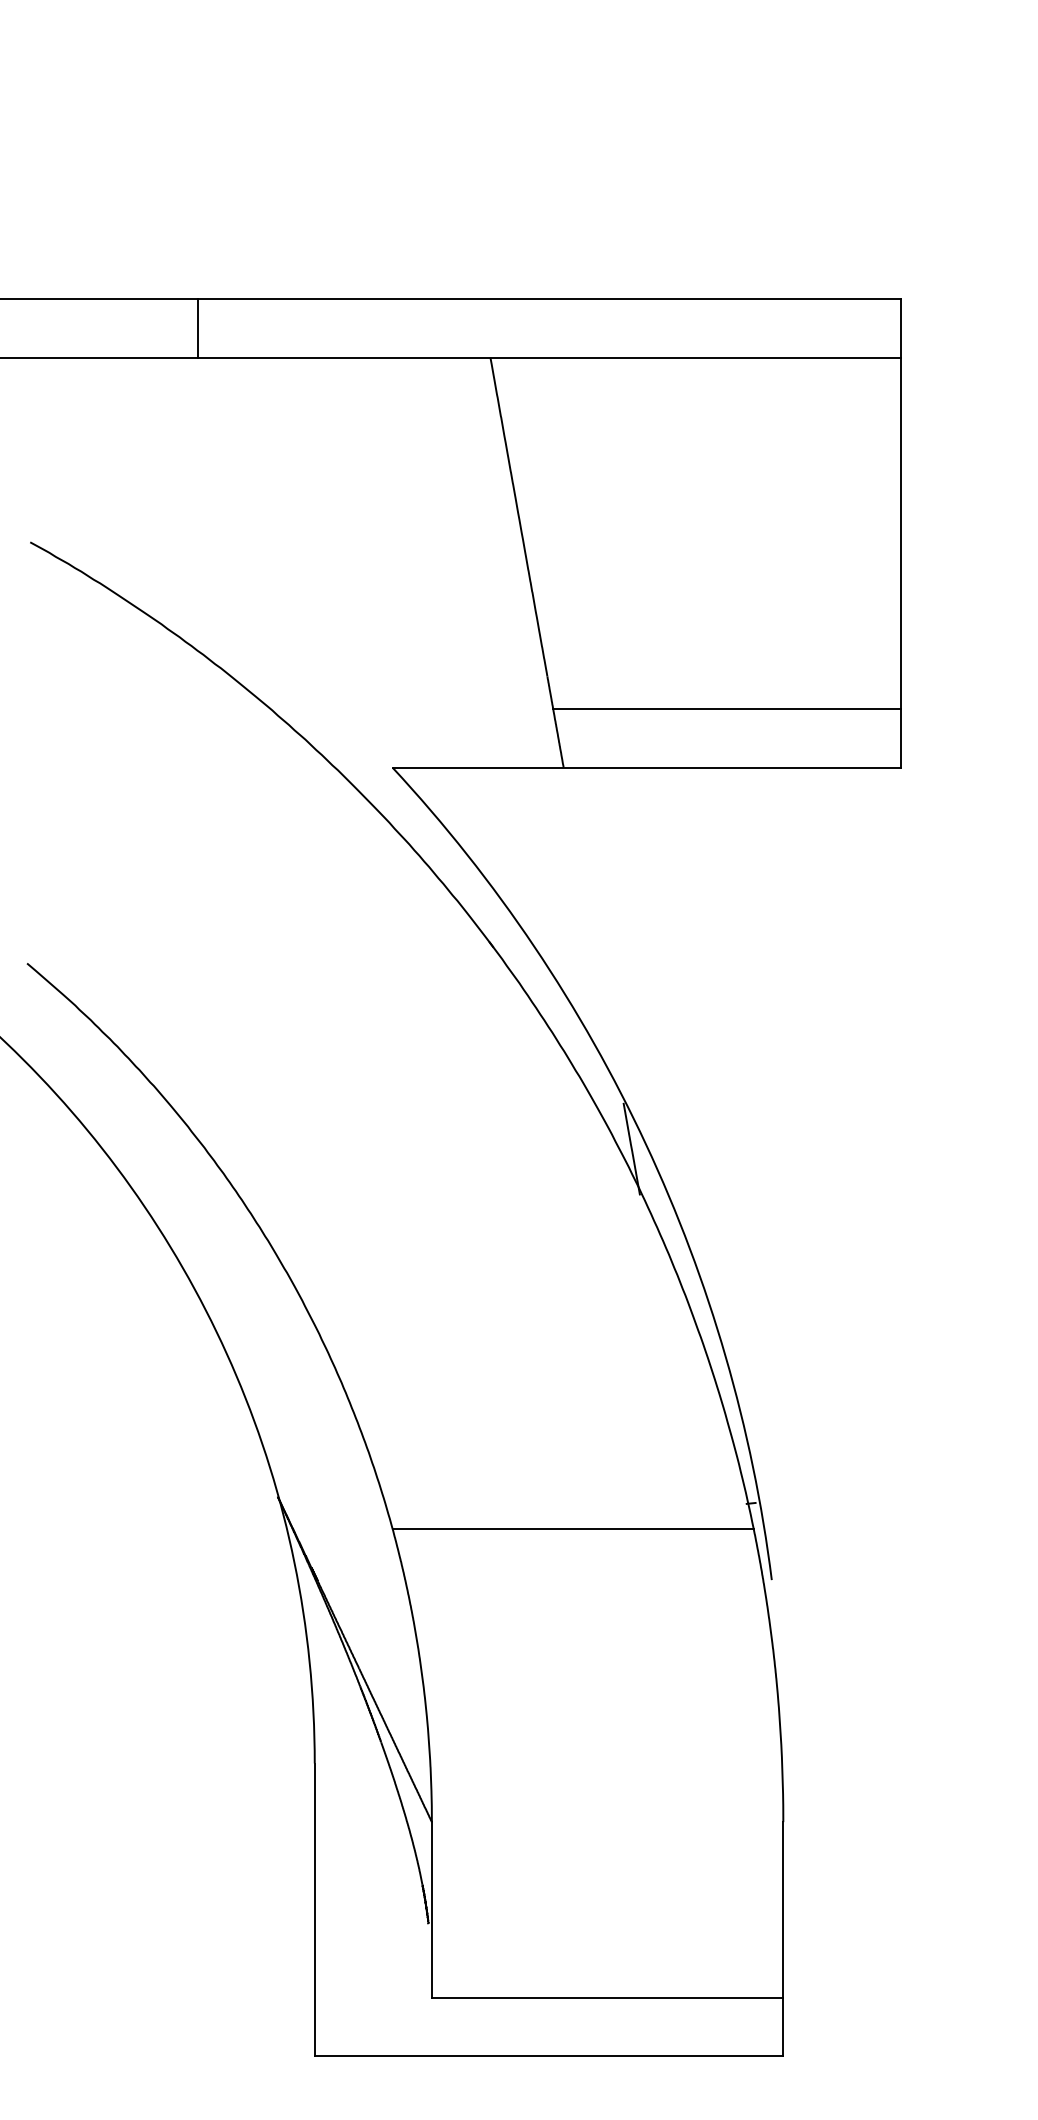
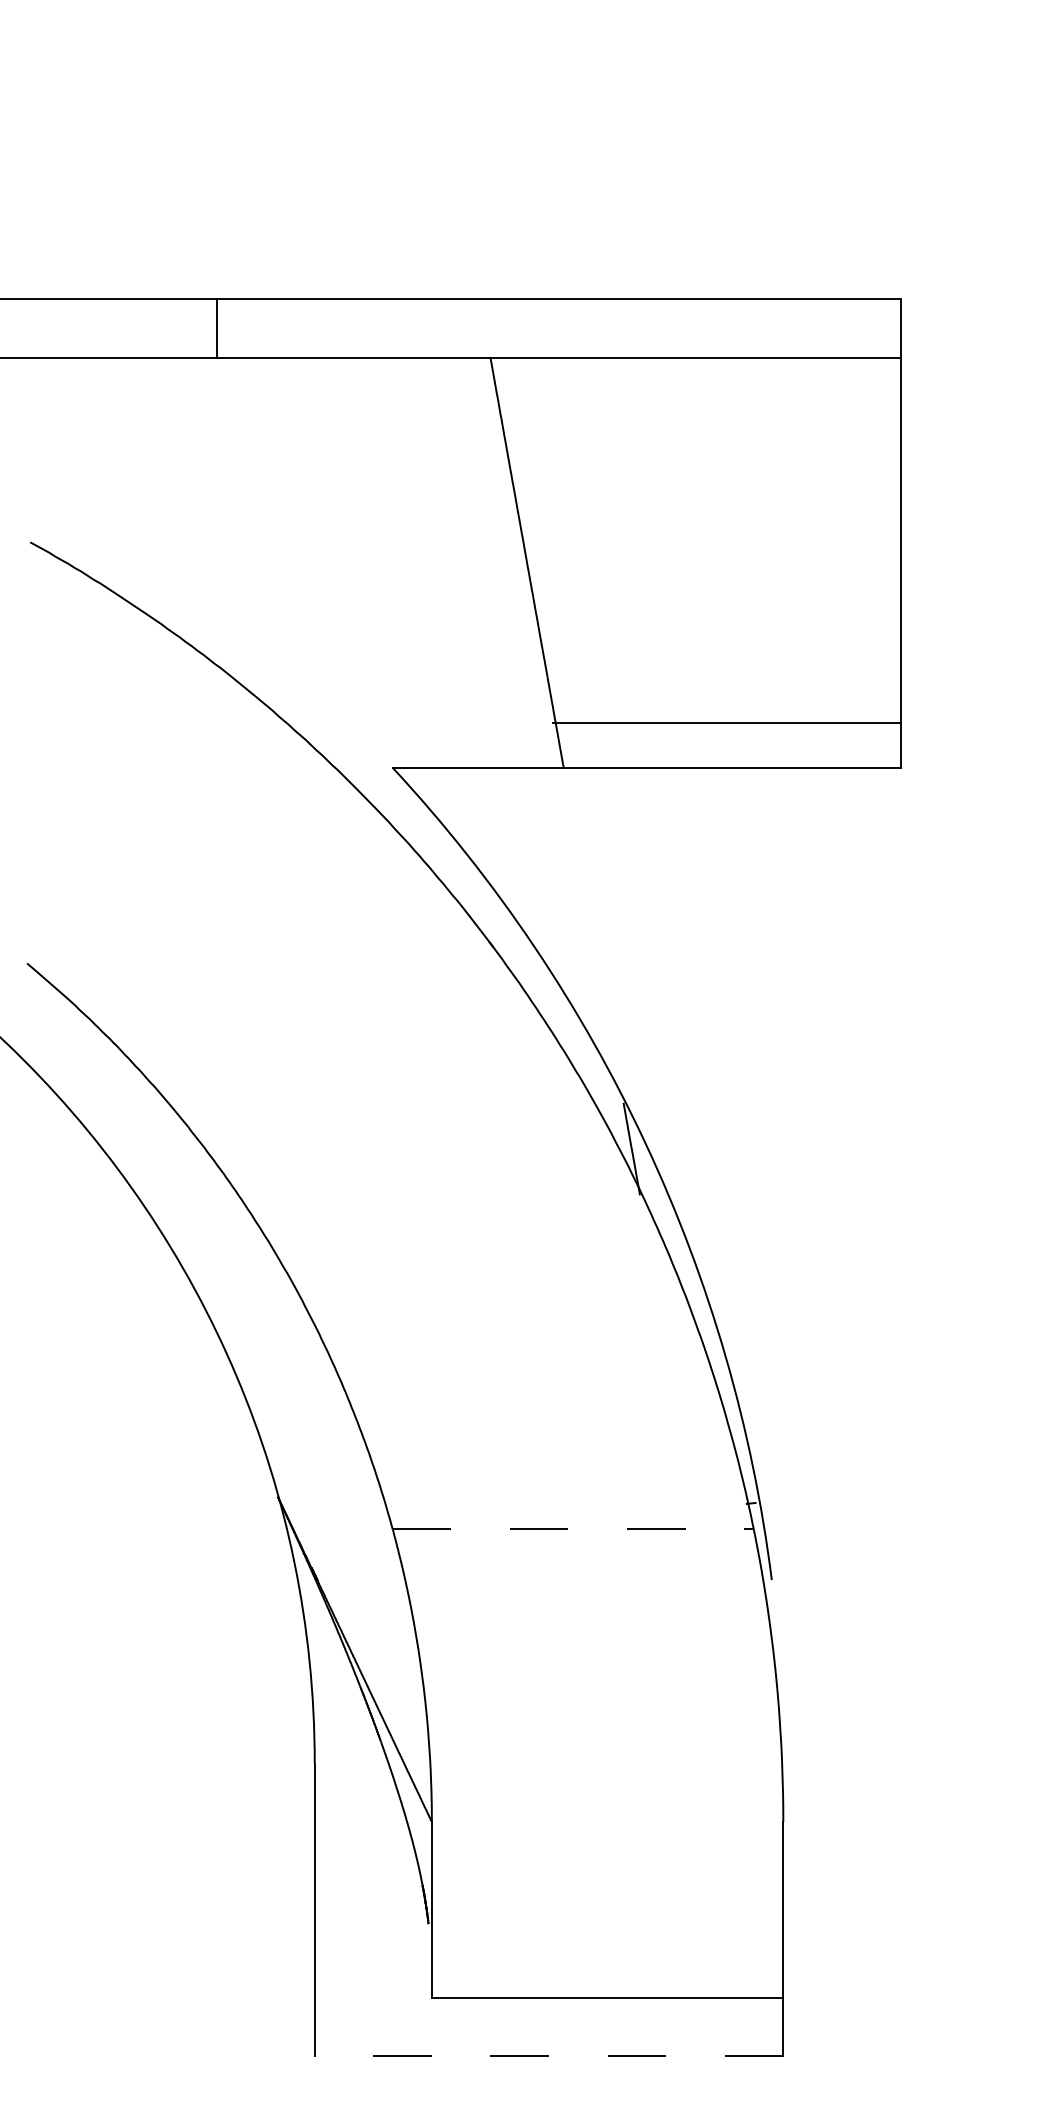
line at (197, 328) position: (197, 328) -> (216, 328)
line at (726, 709) position: (726, 709) -> (726, 723)
line at (573, 1529): solid -> dashed
line at (548, 2056): solid -> dashed
